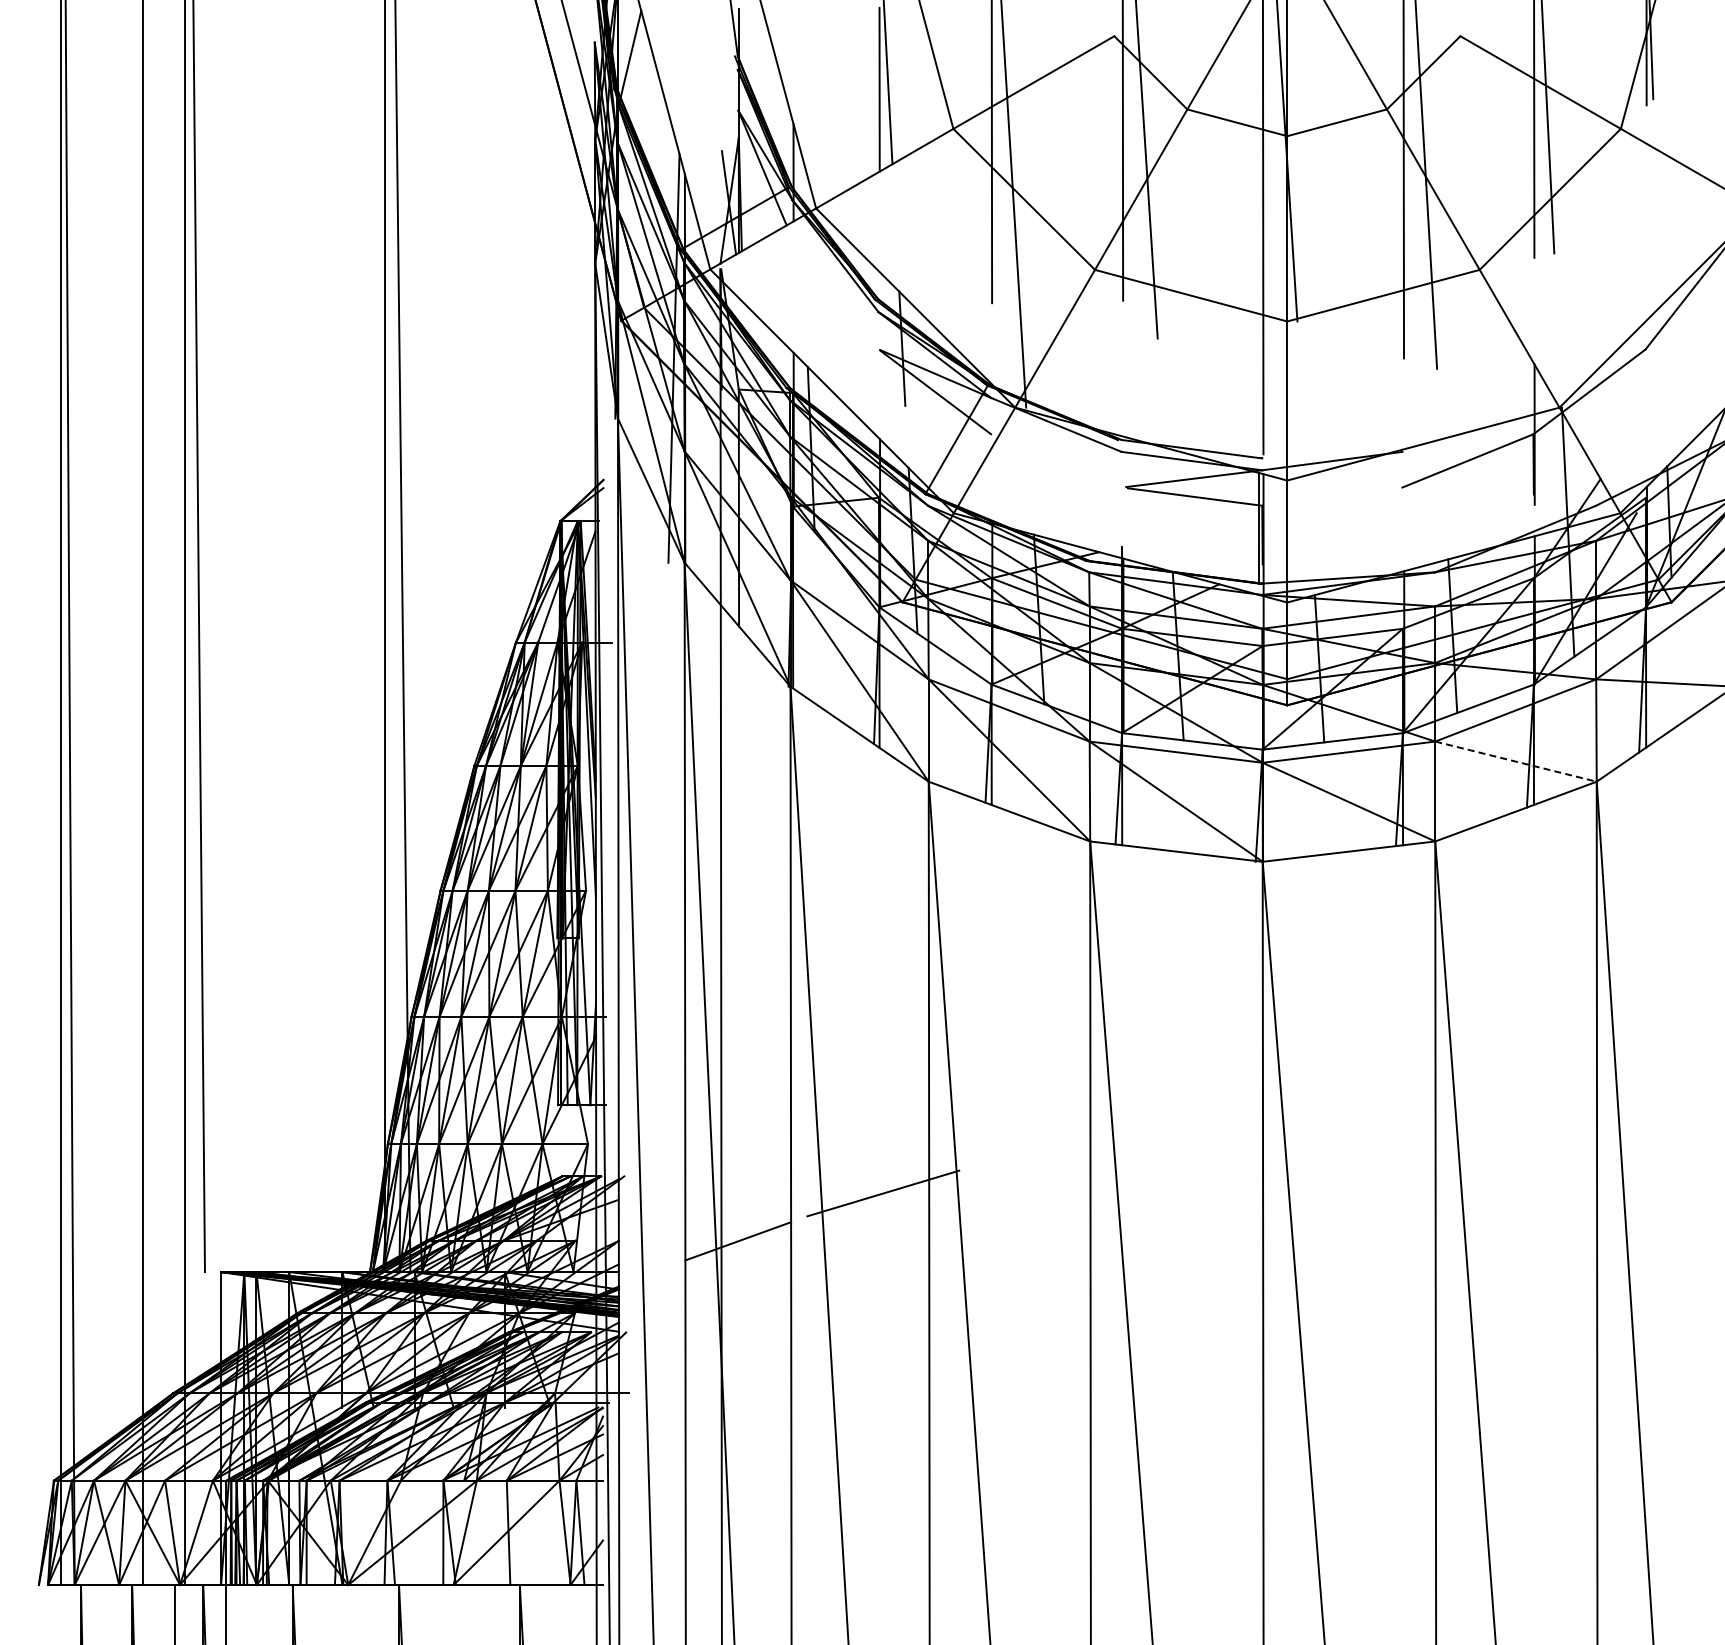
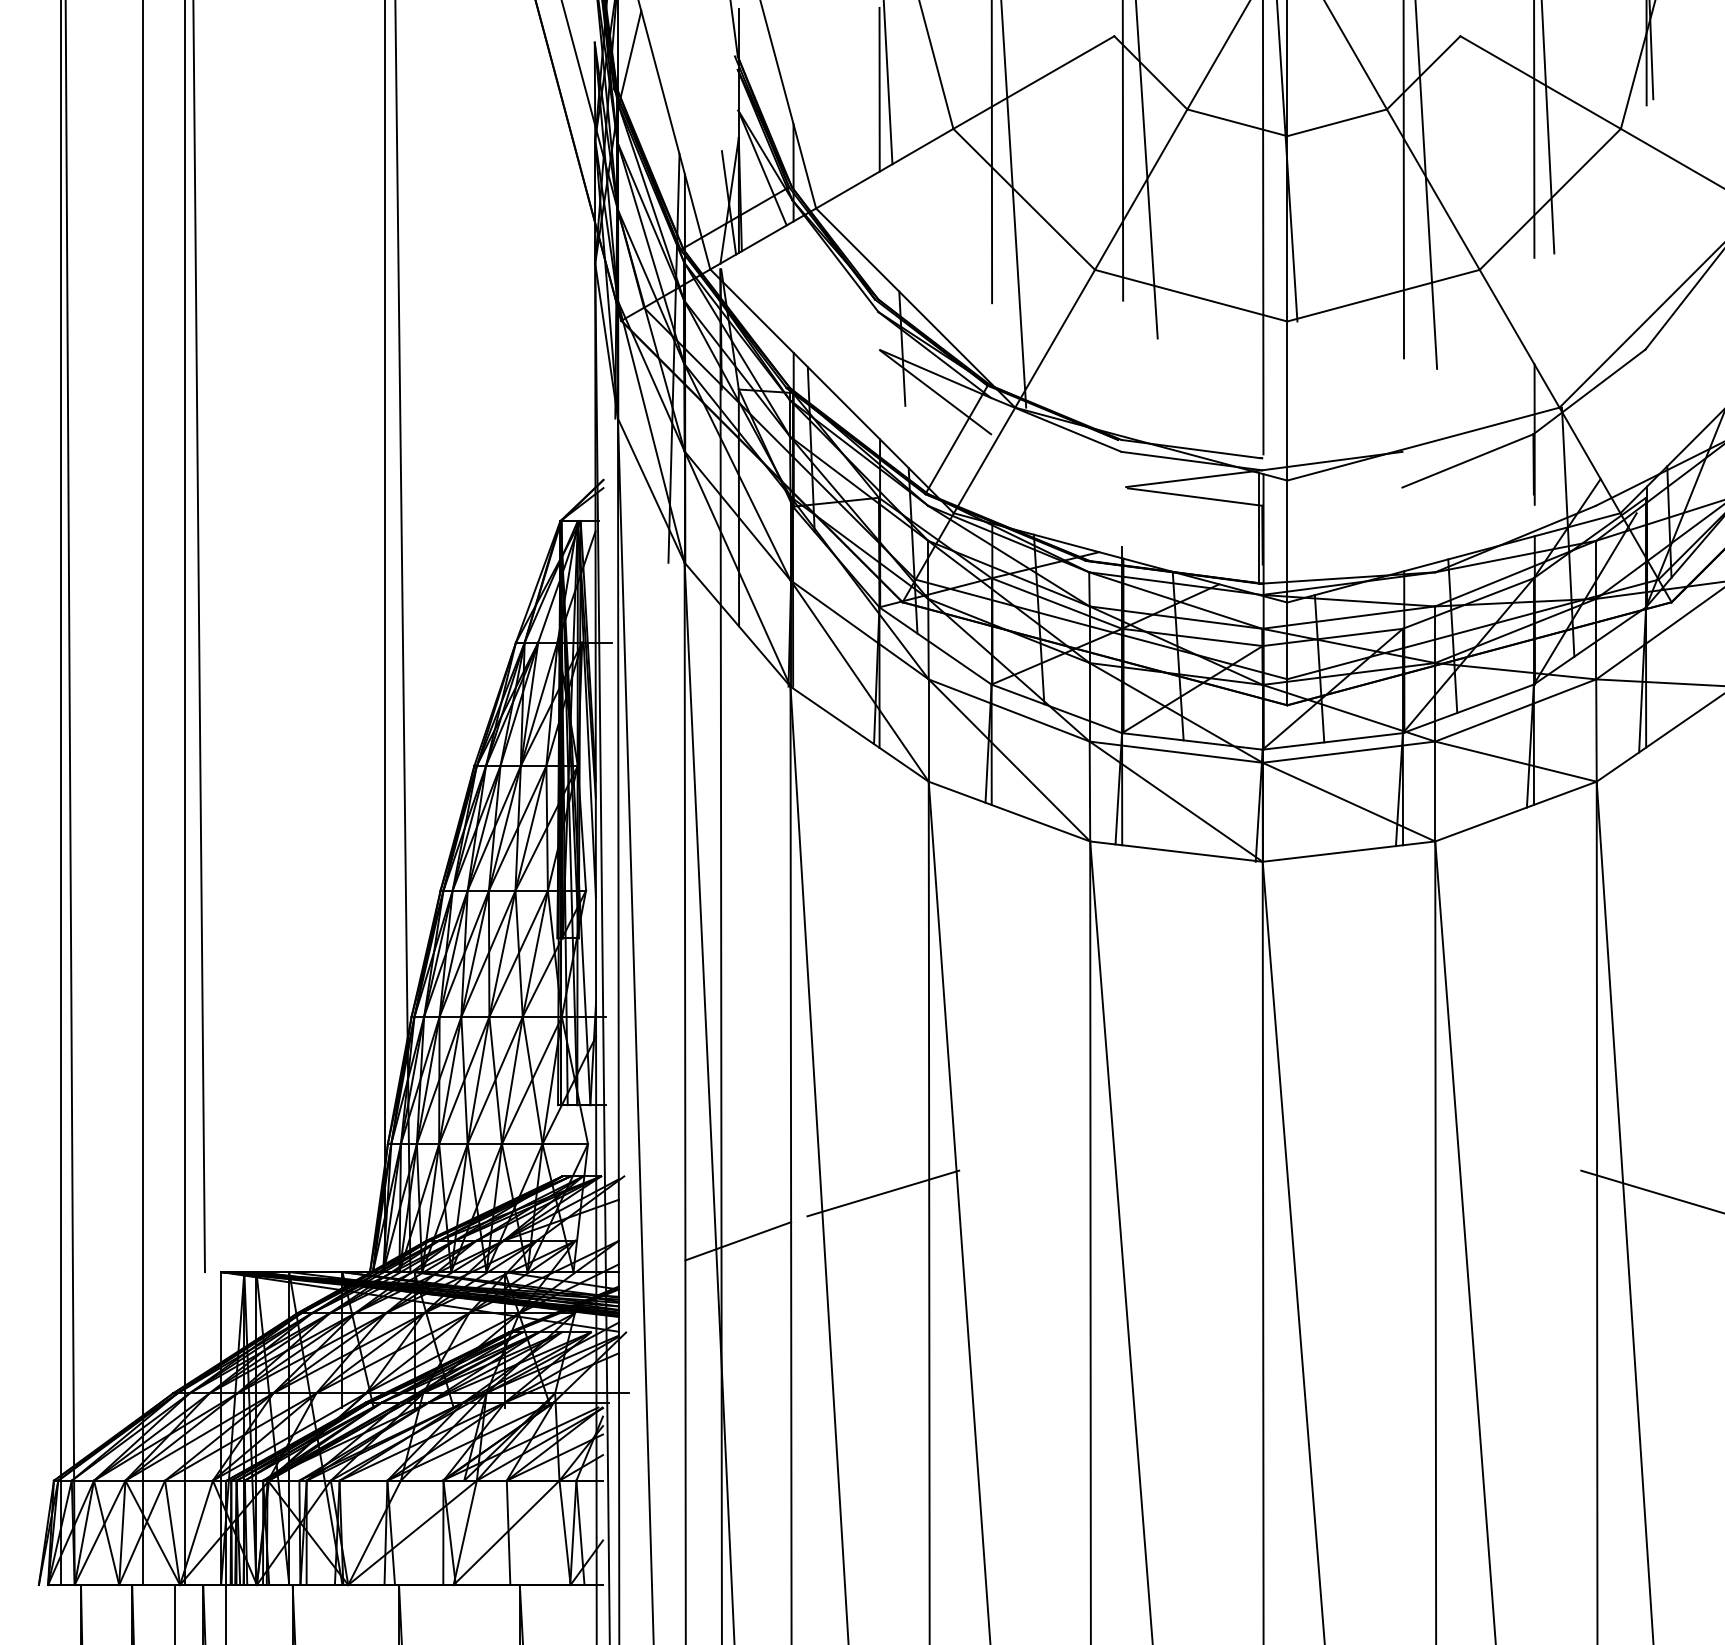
line at (1516, 761): dashed -> solid
line at (1651, 1191): none -> present
